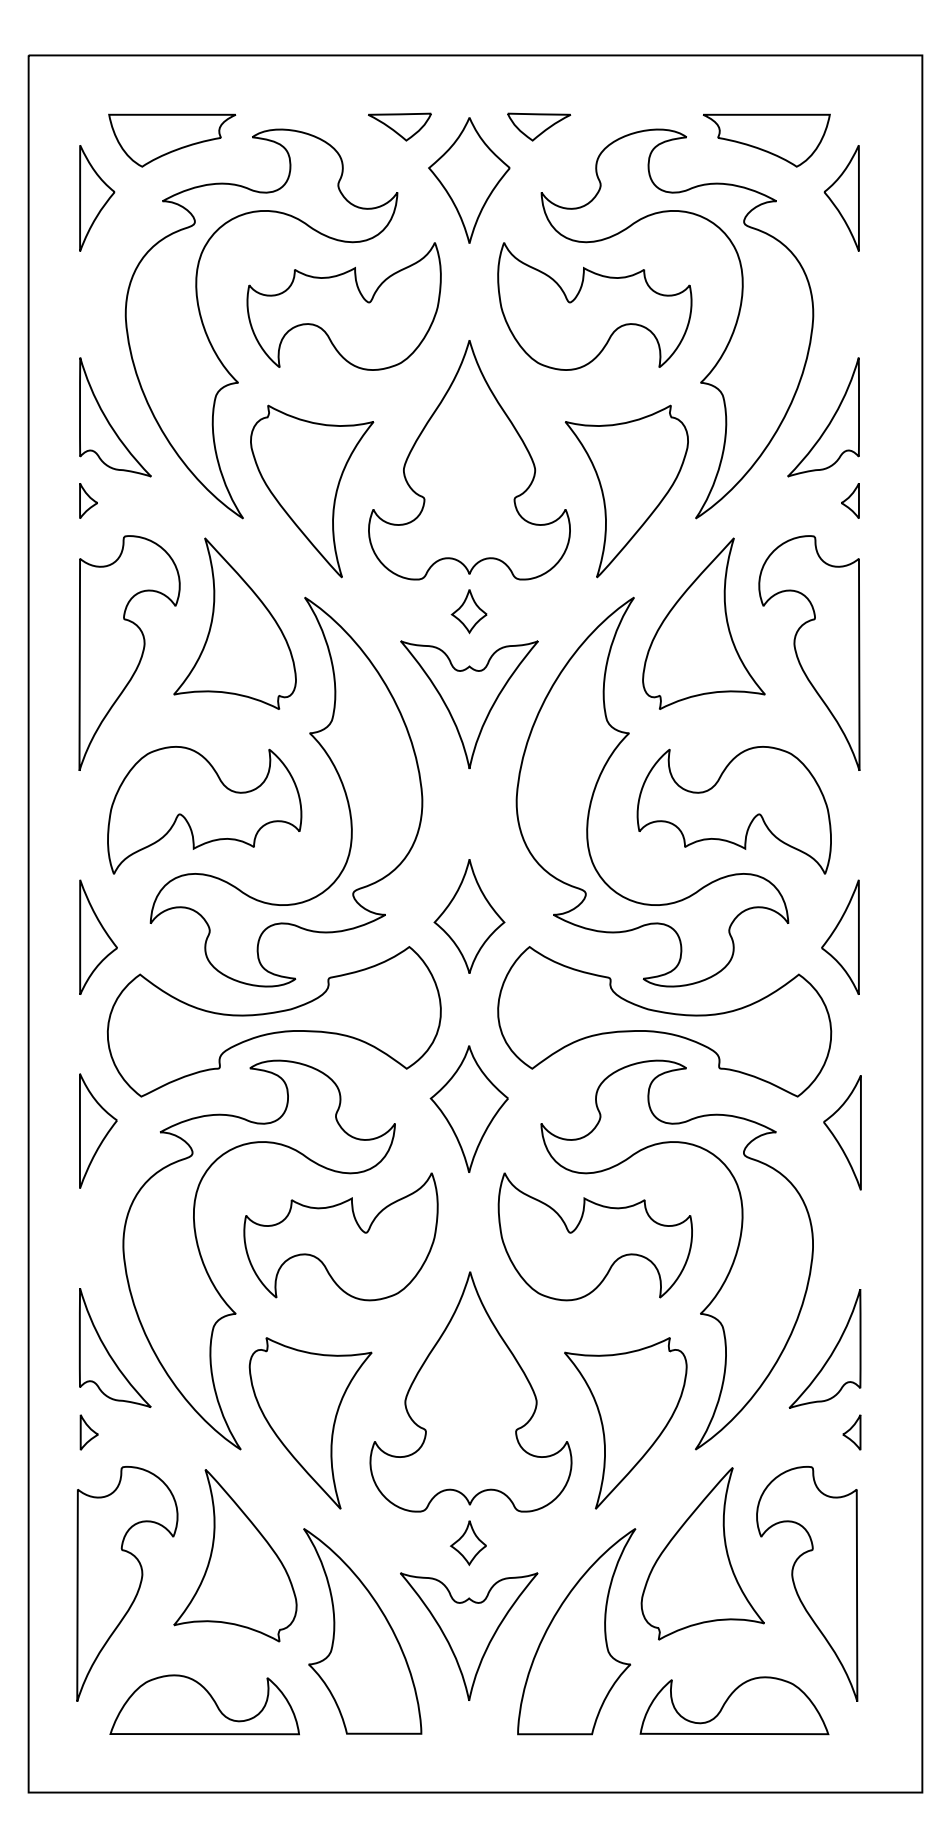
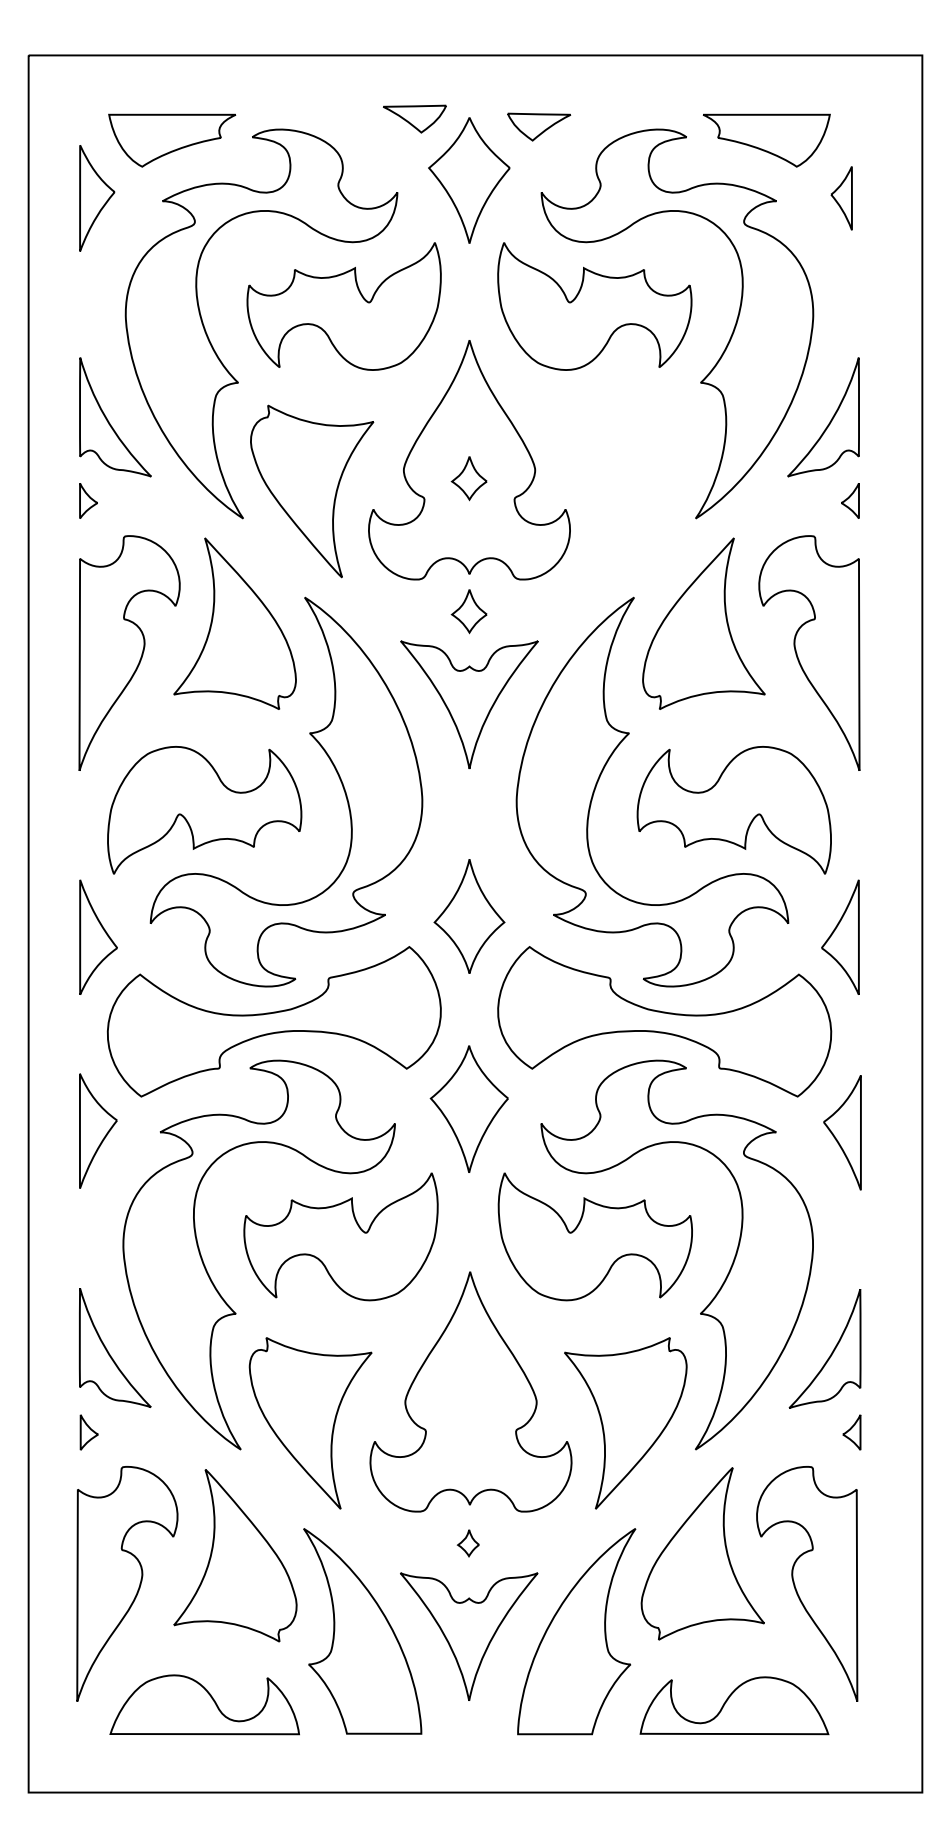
part at (399, 126) position: (399, 126) -> (414, 118)
part at (841, 198) size: 37x107 px -> 23x65 px
part at (468, 478): none -> present
part at (626, 491): present -> none
part at (468, 1543) size: 37x47 px -> 24x29 px
